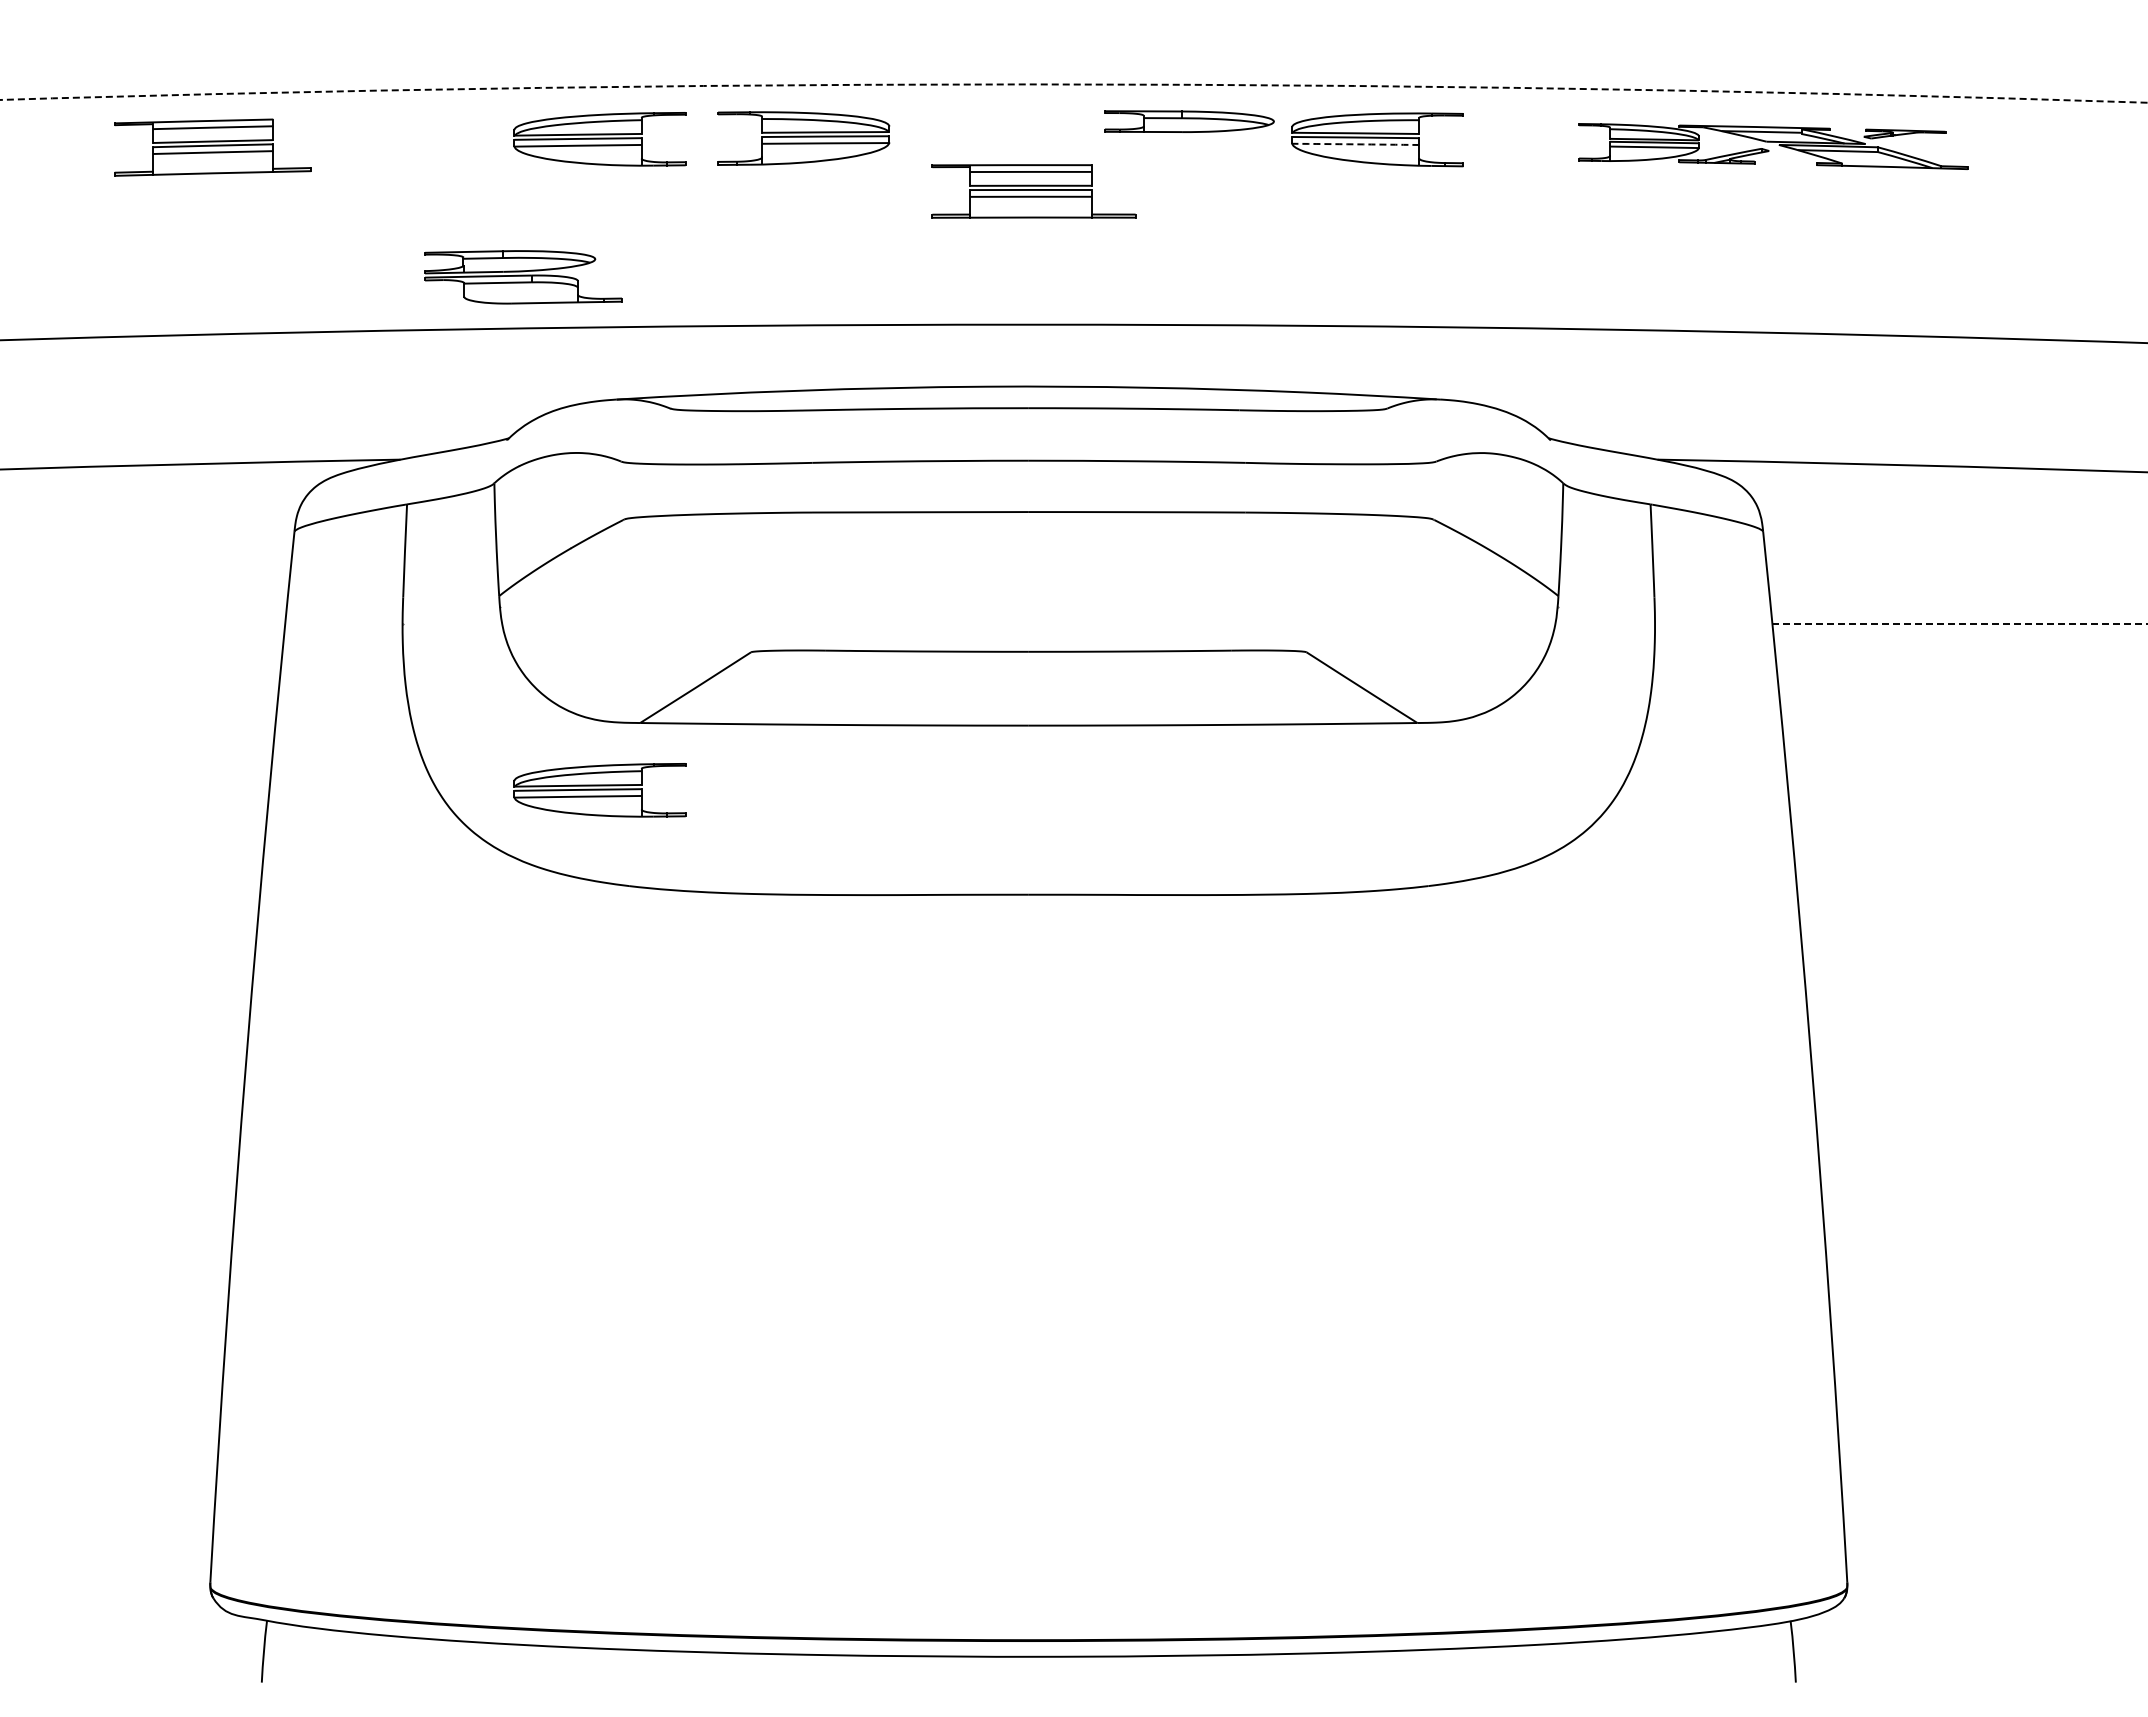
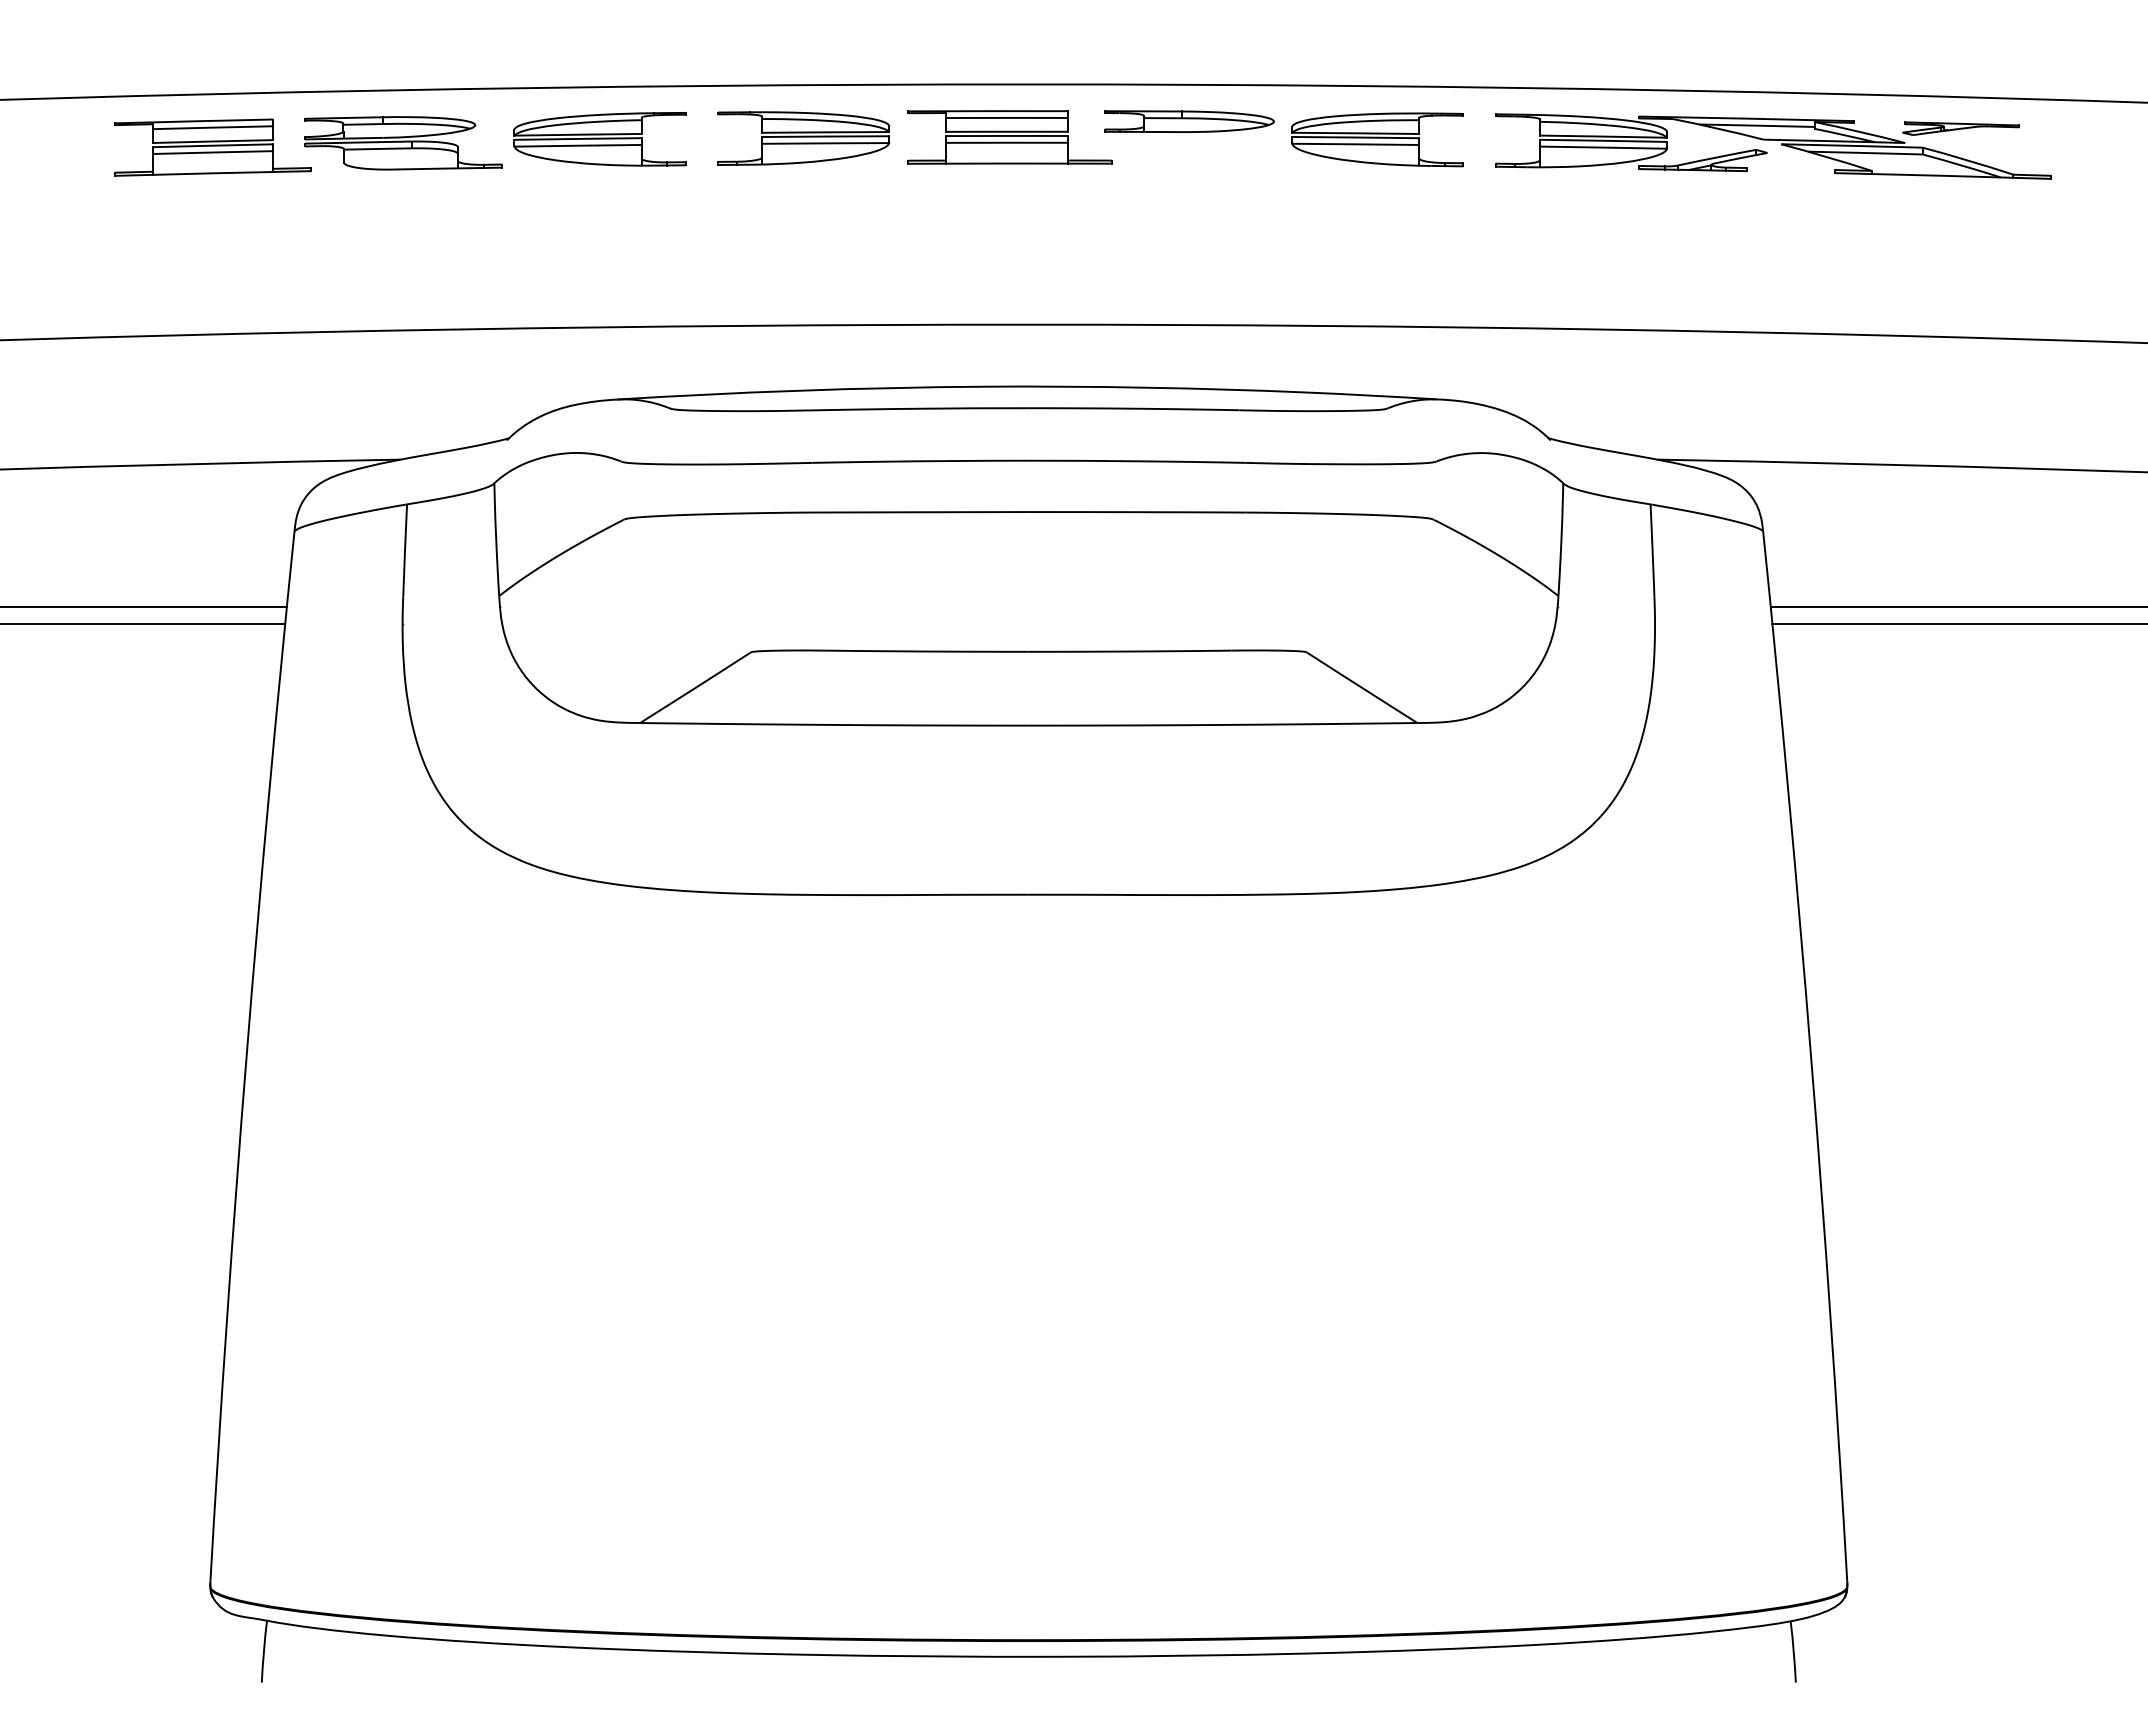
arc at (1073, 84): dashed -> solid
arc at (1355, 144): dashed -> solid
part at (1773, 146) size: 391x47 px -> 557x67 px
part at (1033, 191) position: (1033, 191) -> (1009, 137)
part at (523, 277) position: (523, 277) -> (403, 143)
line at (144, 606): none -> present
line at (1957, 606): none -> present
line at (143, 623): none -> present
line at (1960, 623): dashed -> solid
part at (599, 790): present -> none
